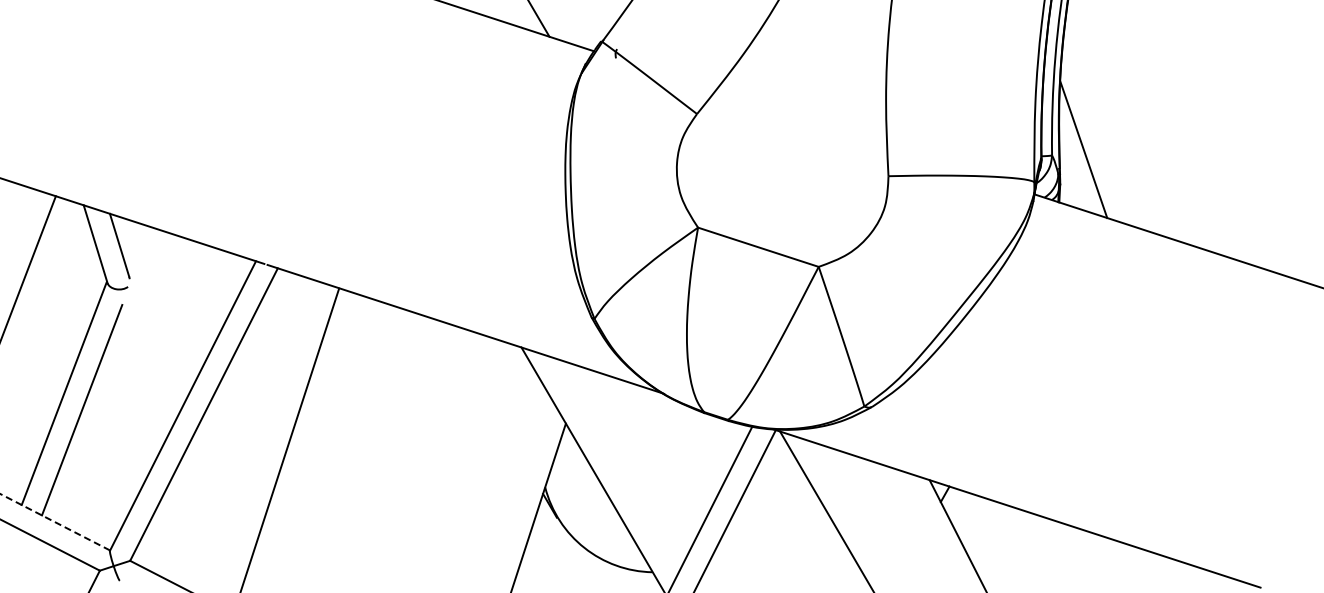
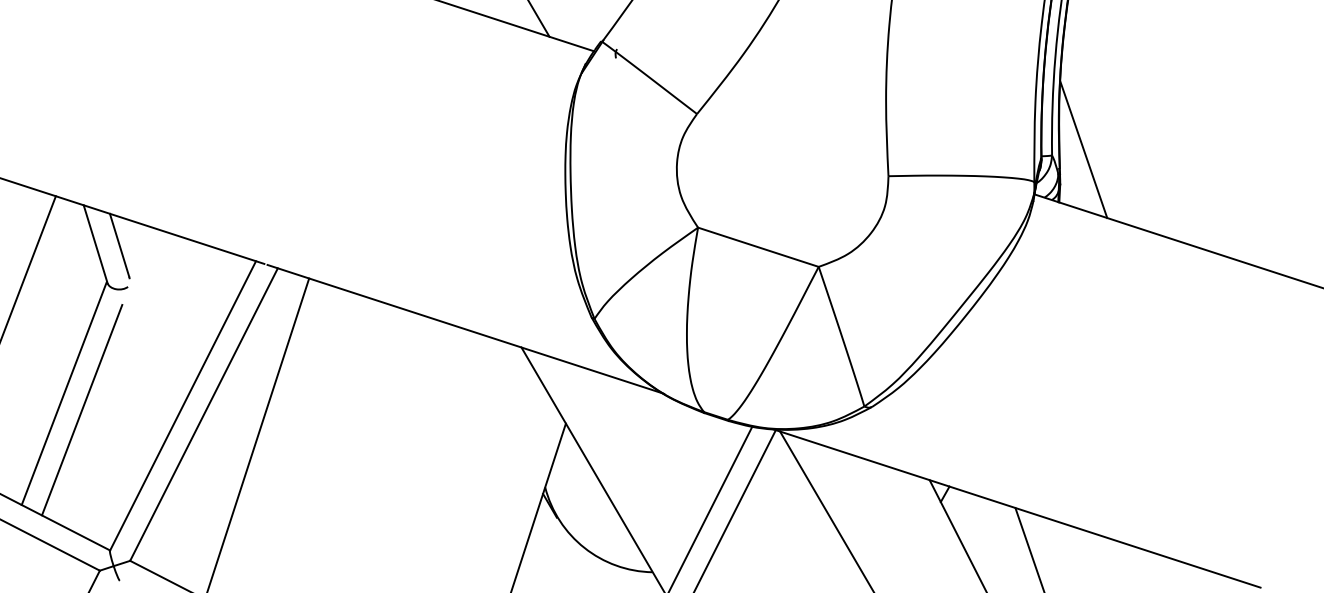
line at (290, 438) position: (290, 438) -> (258, 433)
line at (54, 522): dashed -> solid
line at (1029, 548): none -> present
